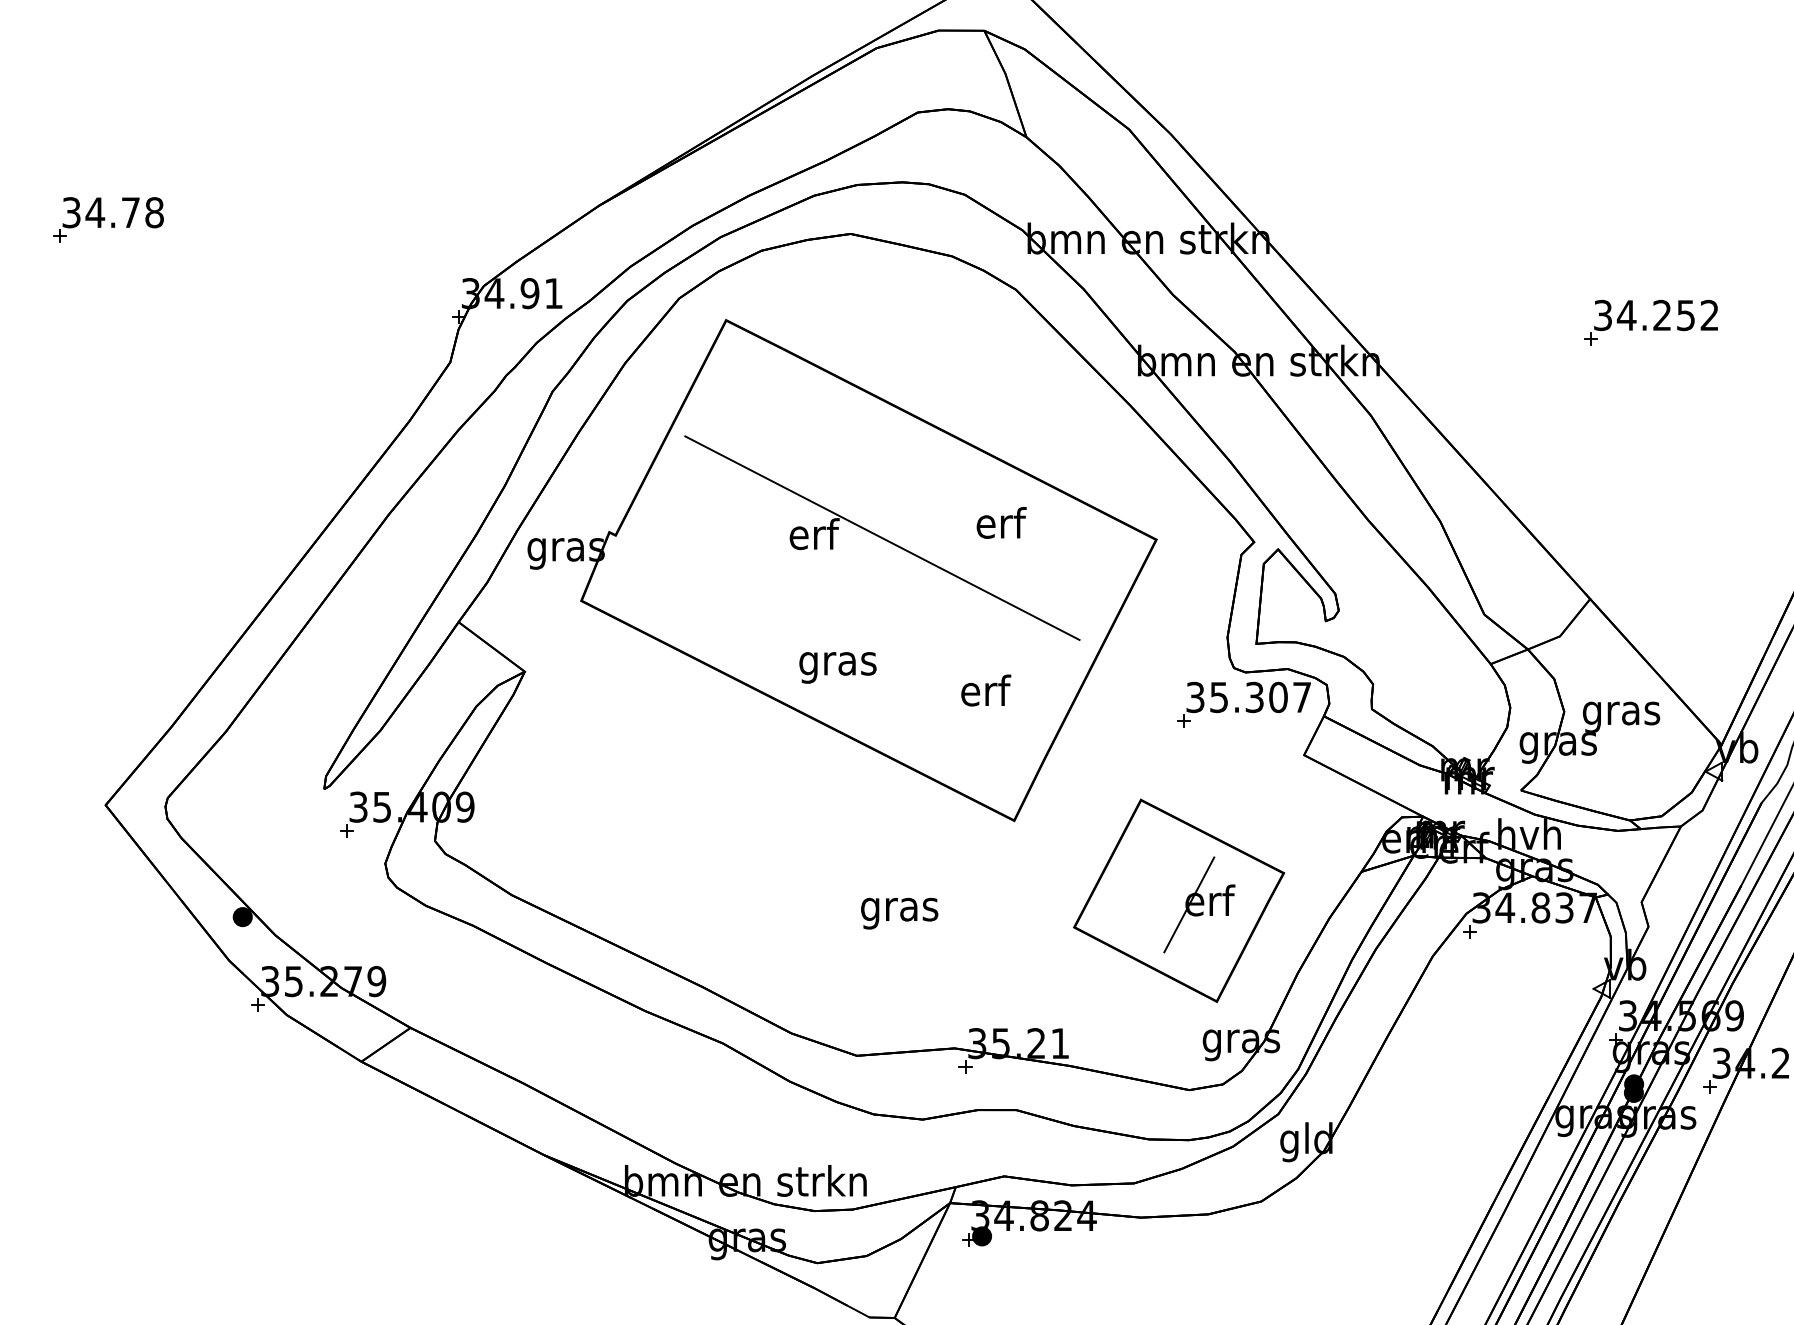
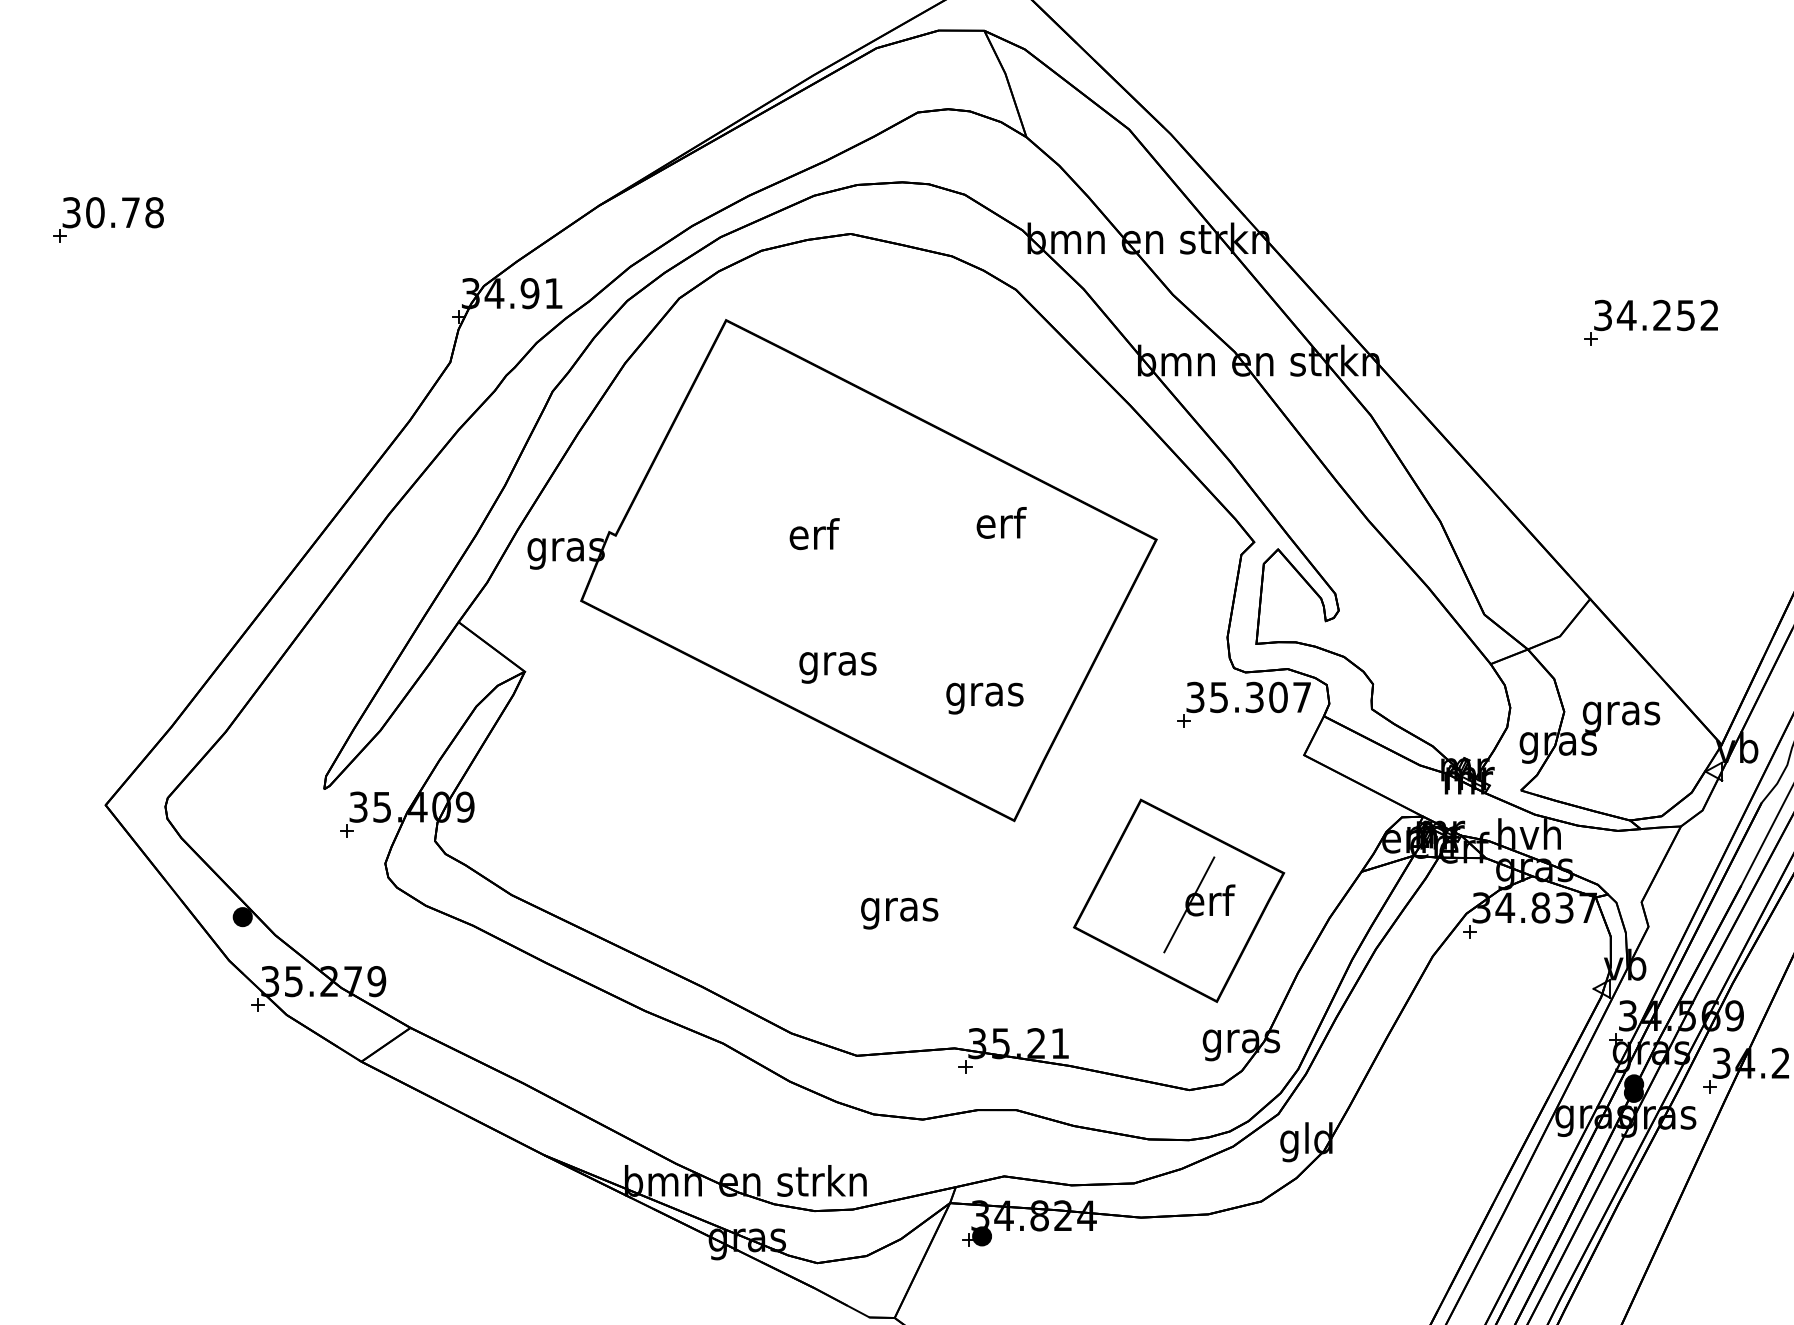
text at (95, 212): 34.78 -> 30.78
line at (882, 537): present -> none
text at (984, 694): erf -> gras
